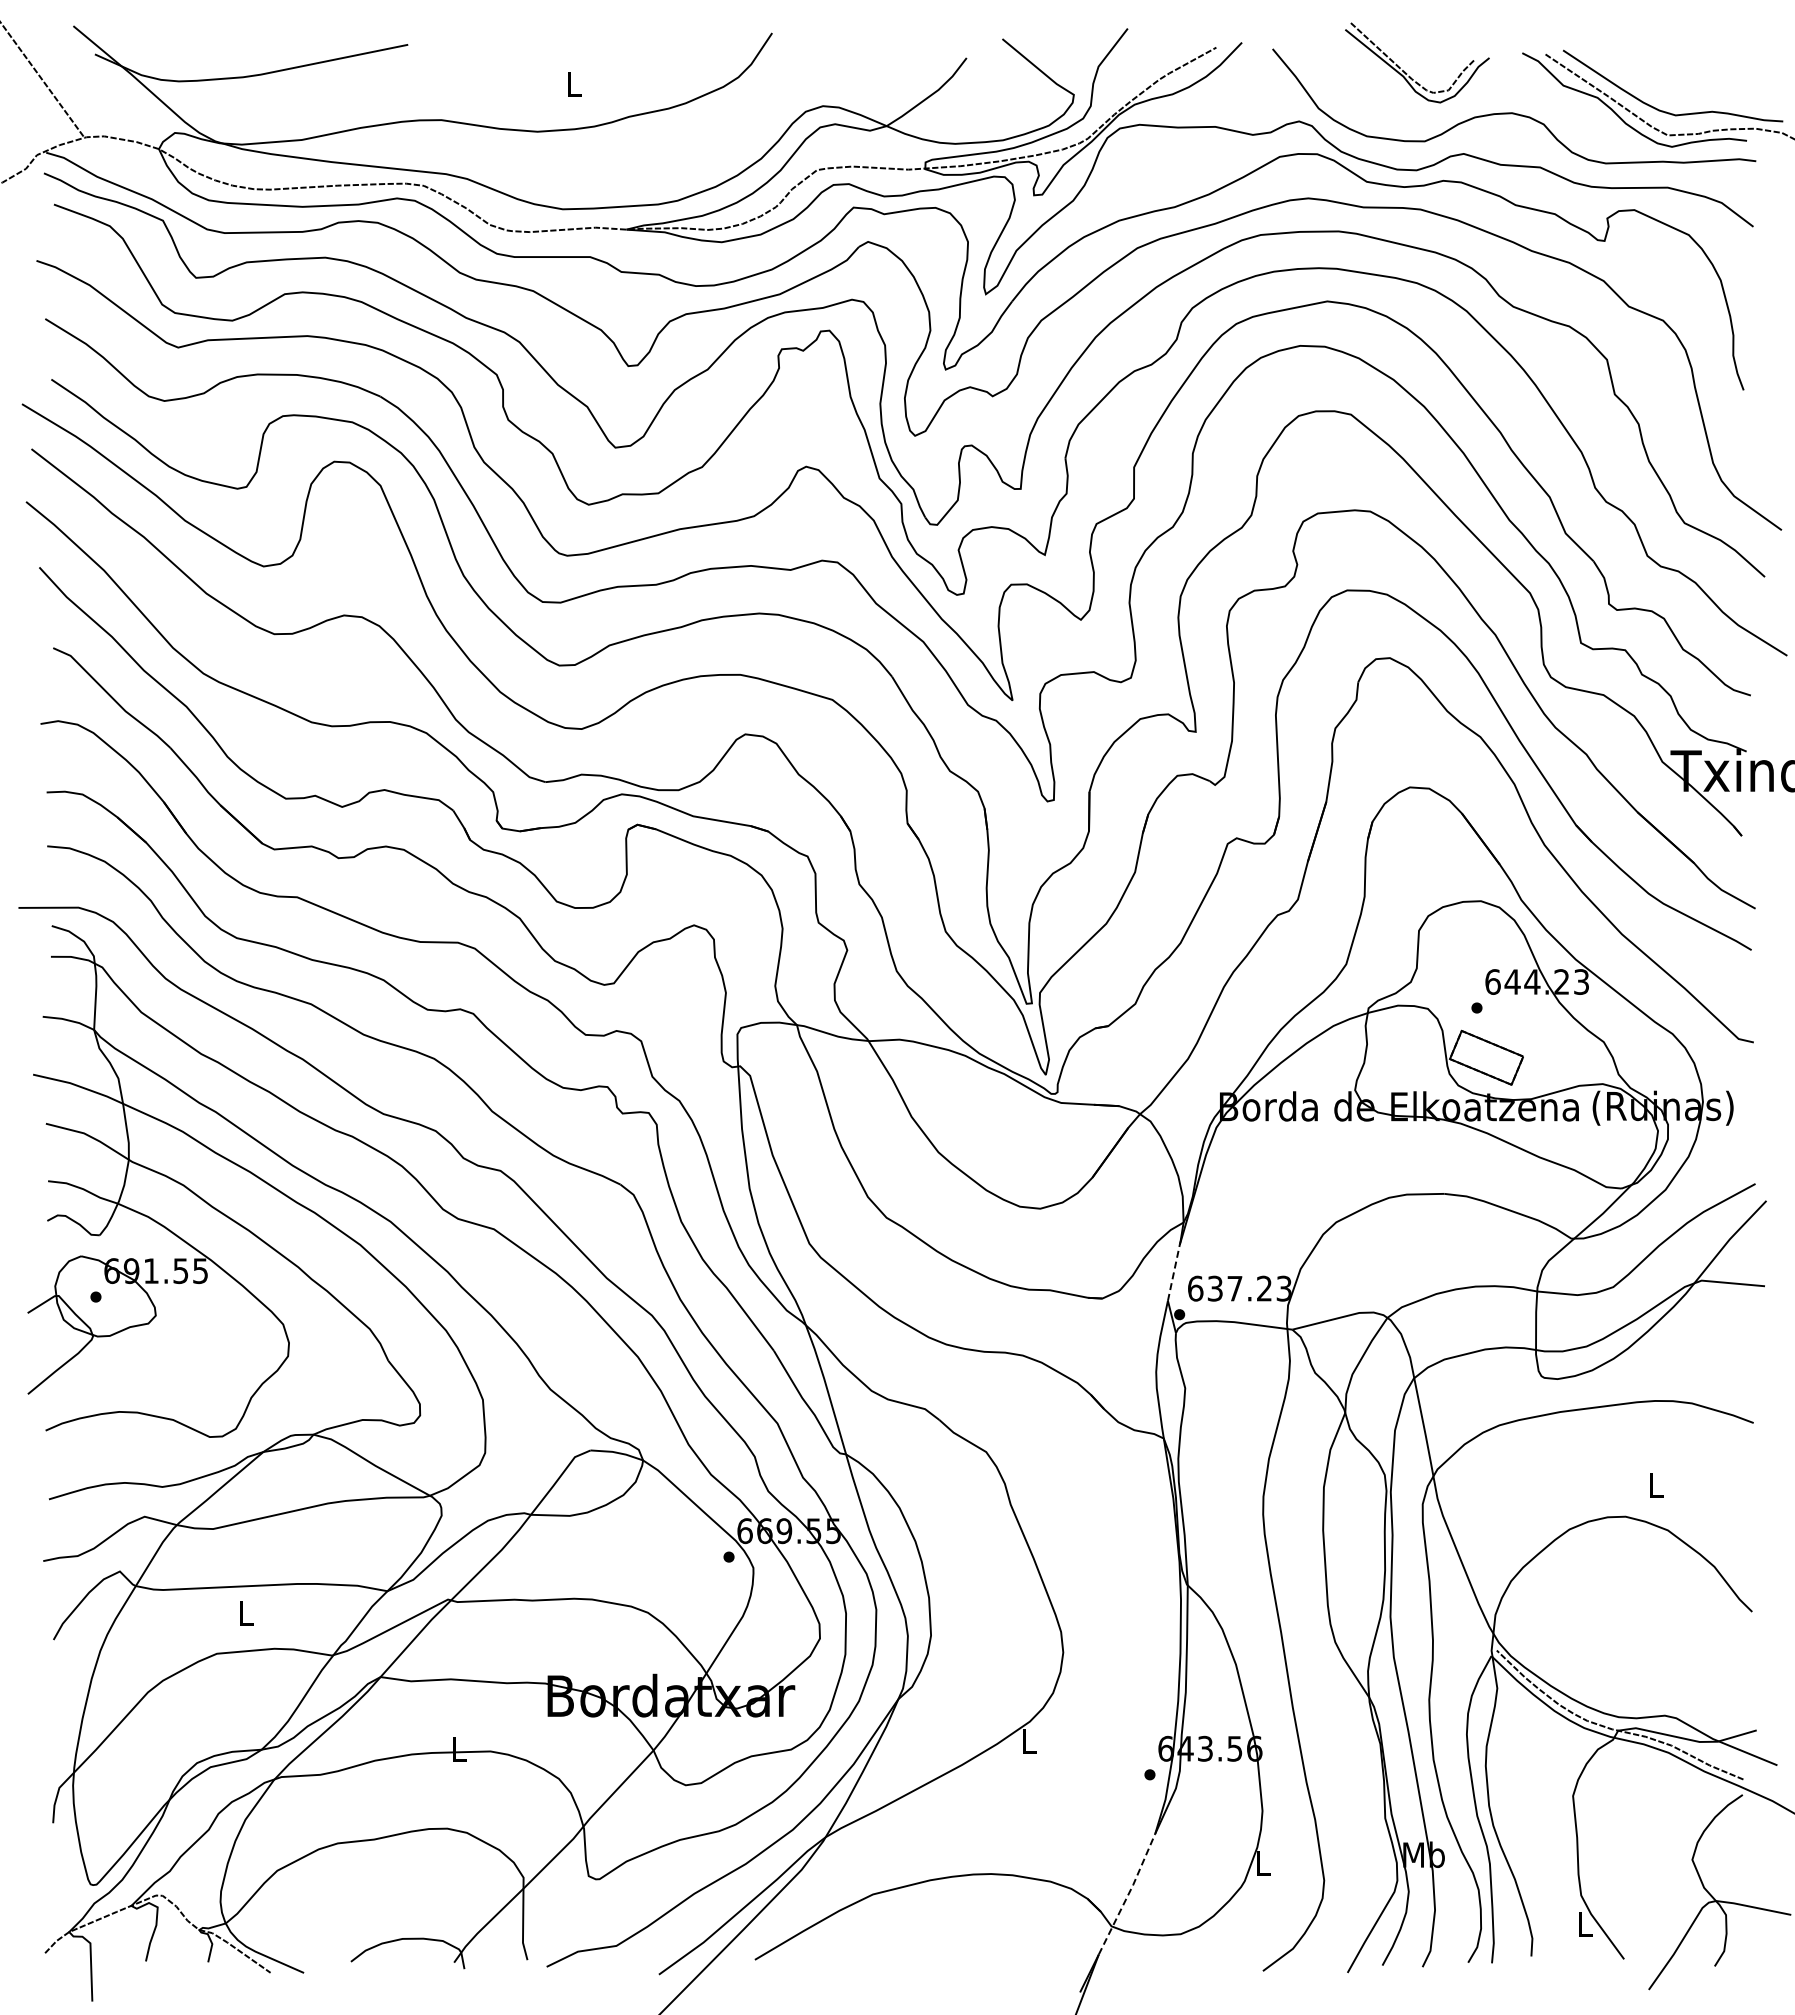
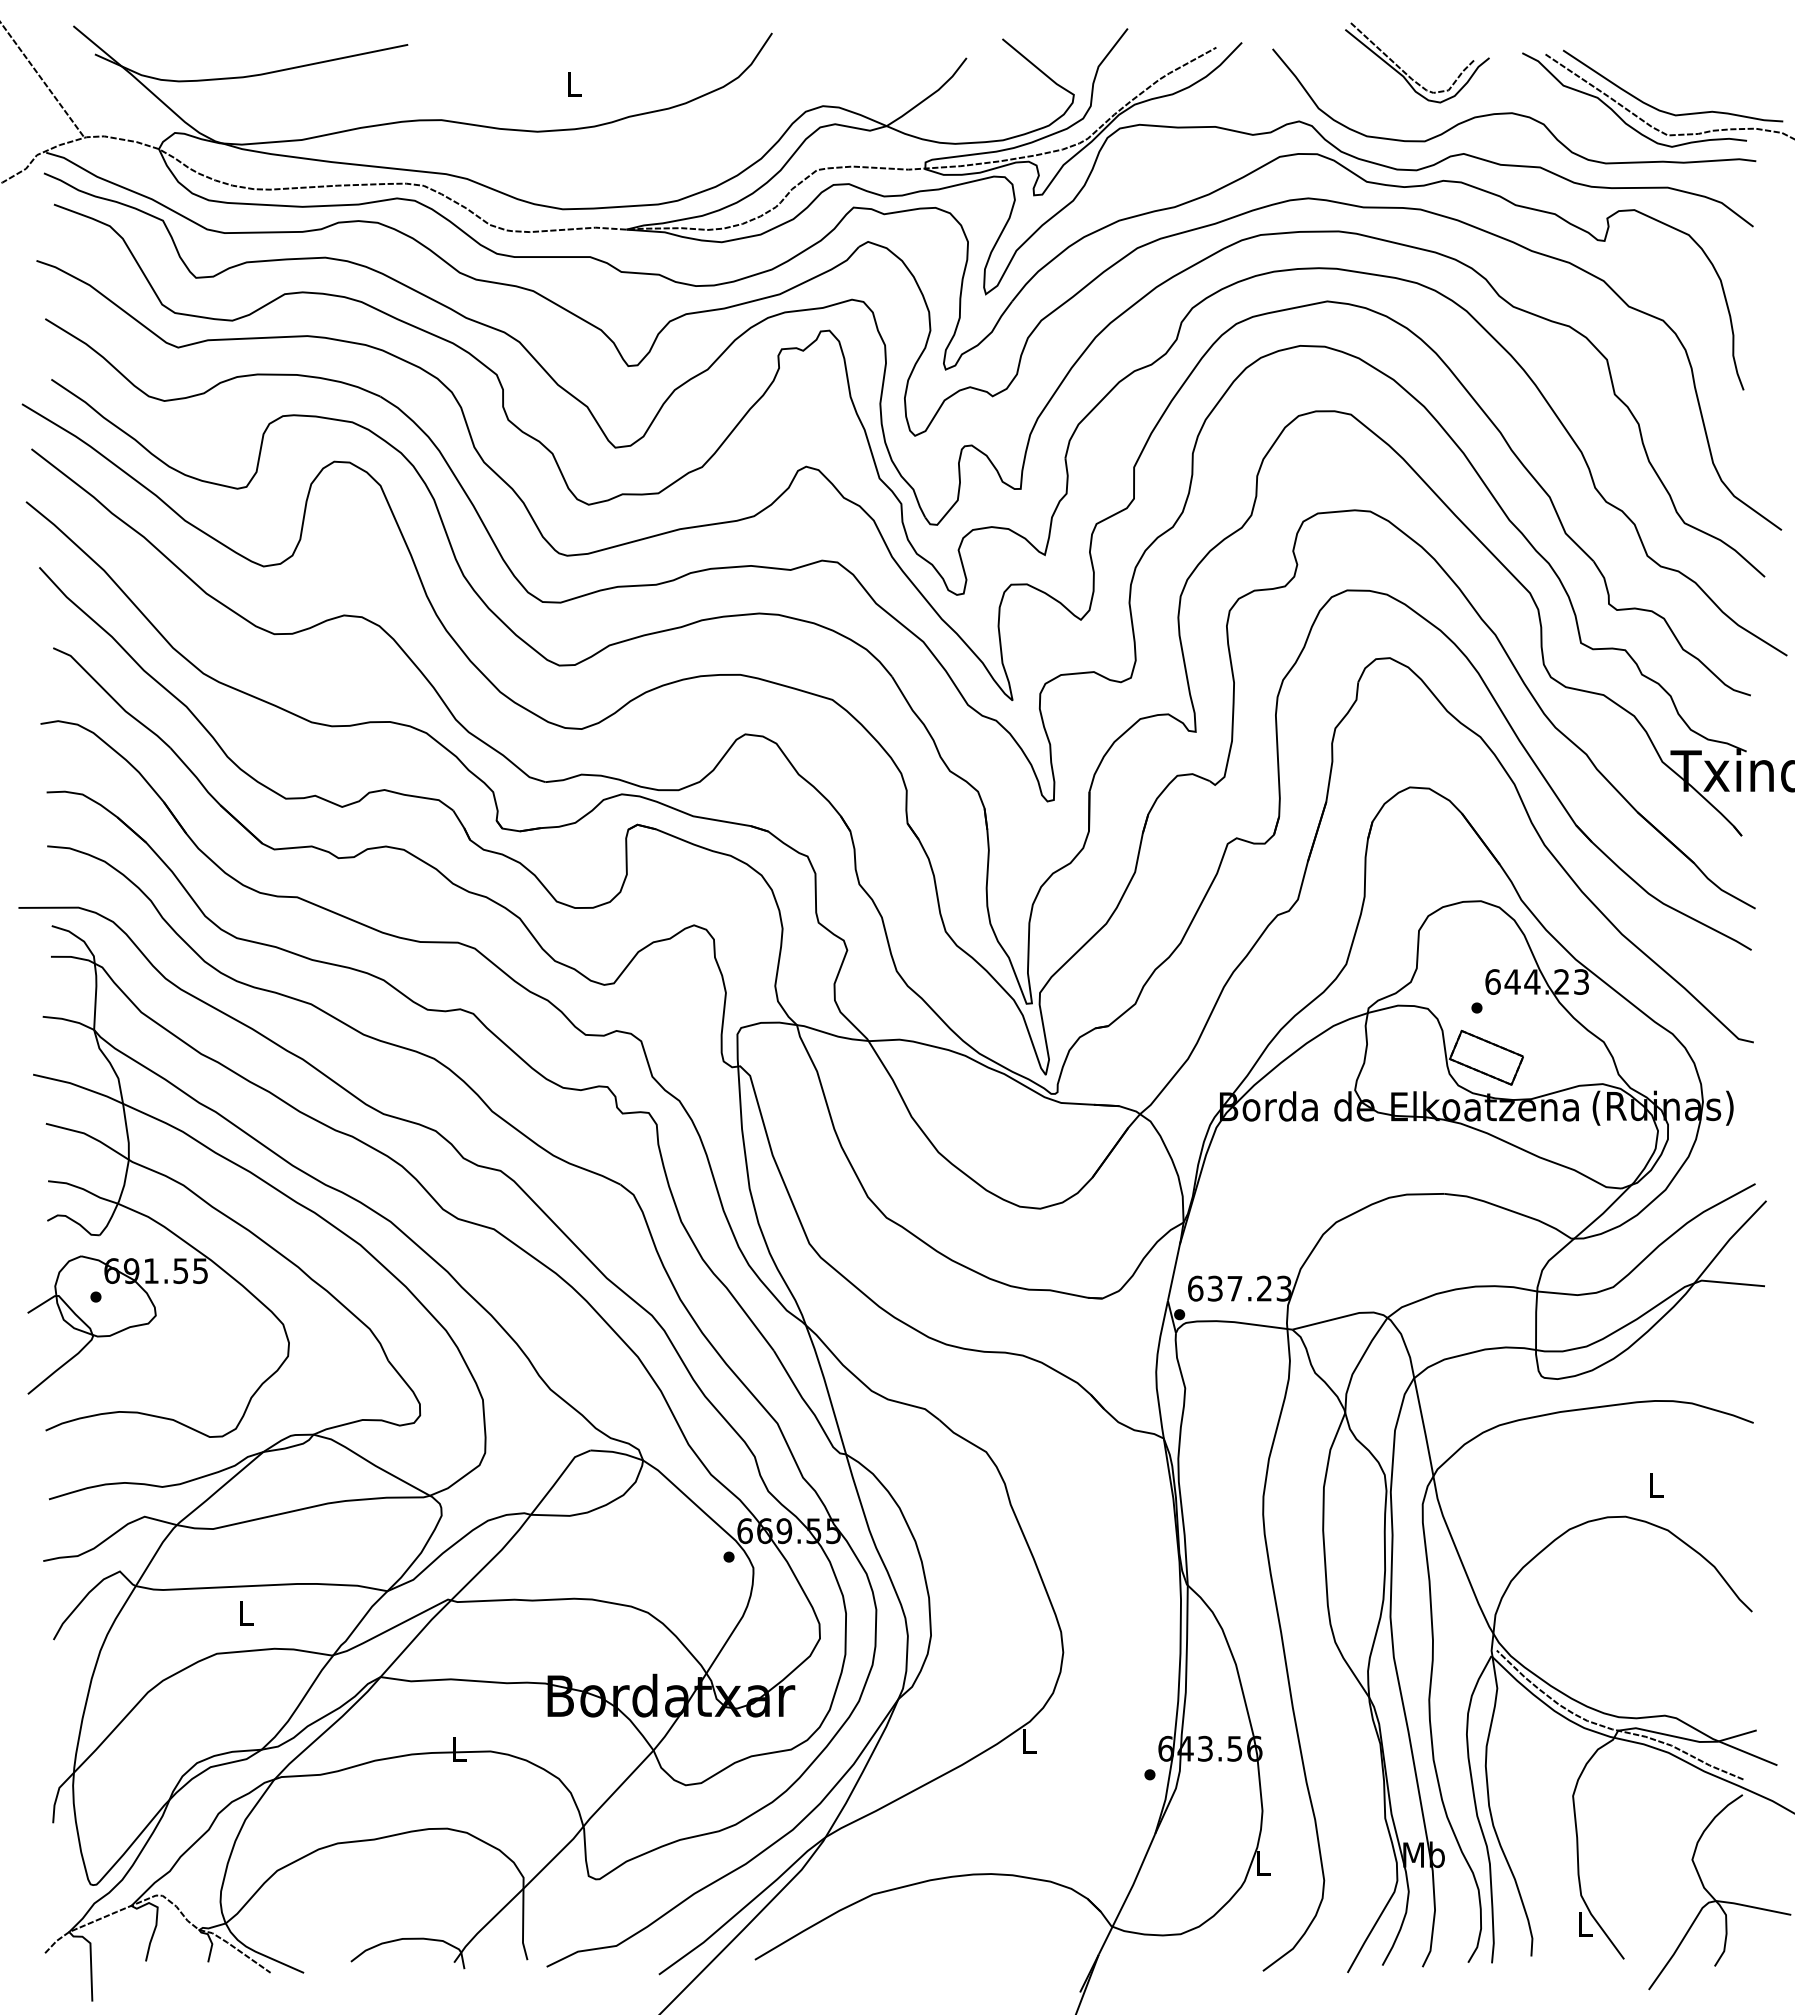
line at (1173, 1272): dashed -> solid
line at (1128, 1893): dashed -> solid
